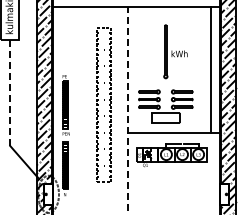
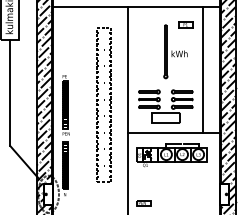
part at (185, 24): none -> present
line at (211, 69) position: (211, 69) -> (203, 69)
line at (10, 92): dashed -> solid
line at (128, 111): dashed -> solid
part at (143, 203): none -> present
